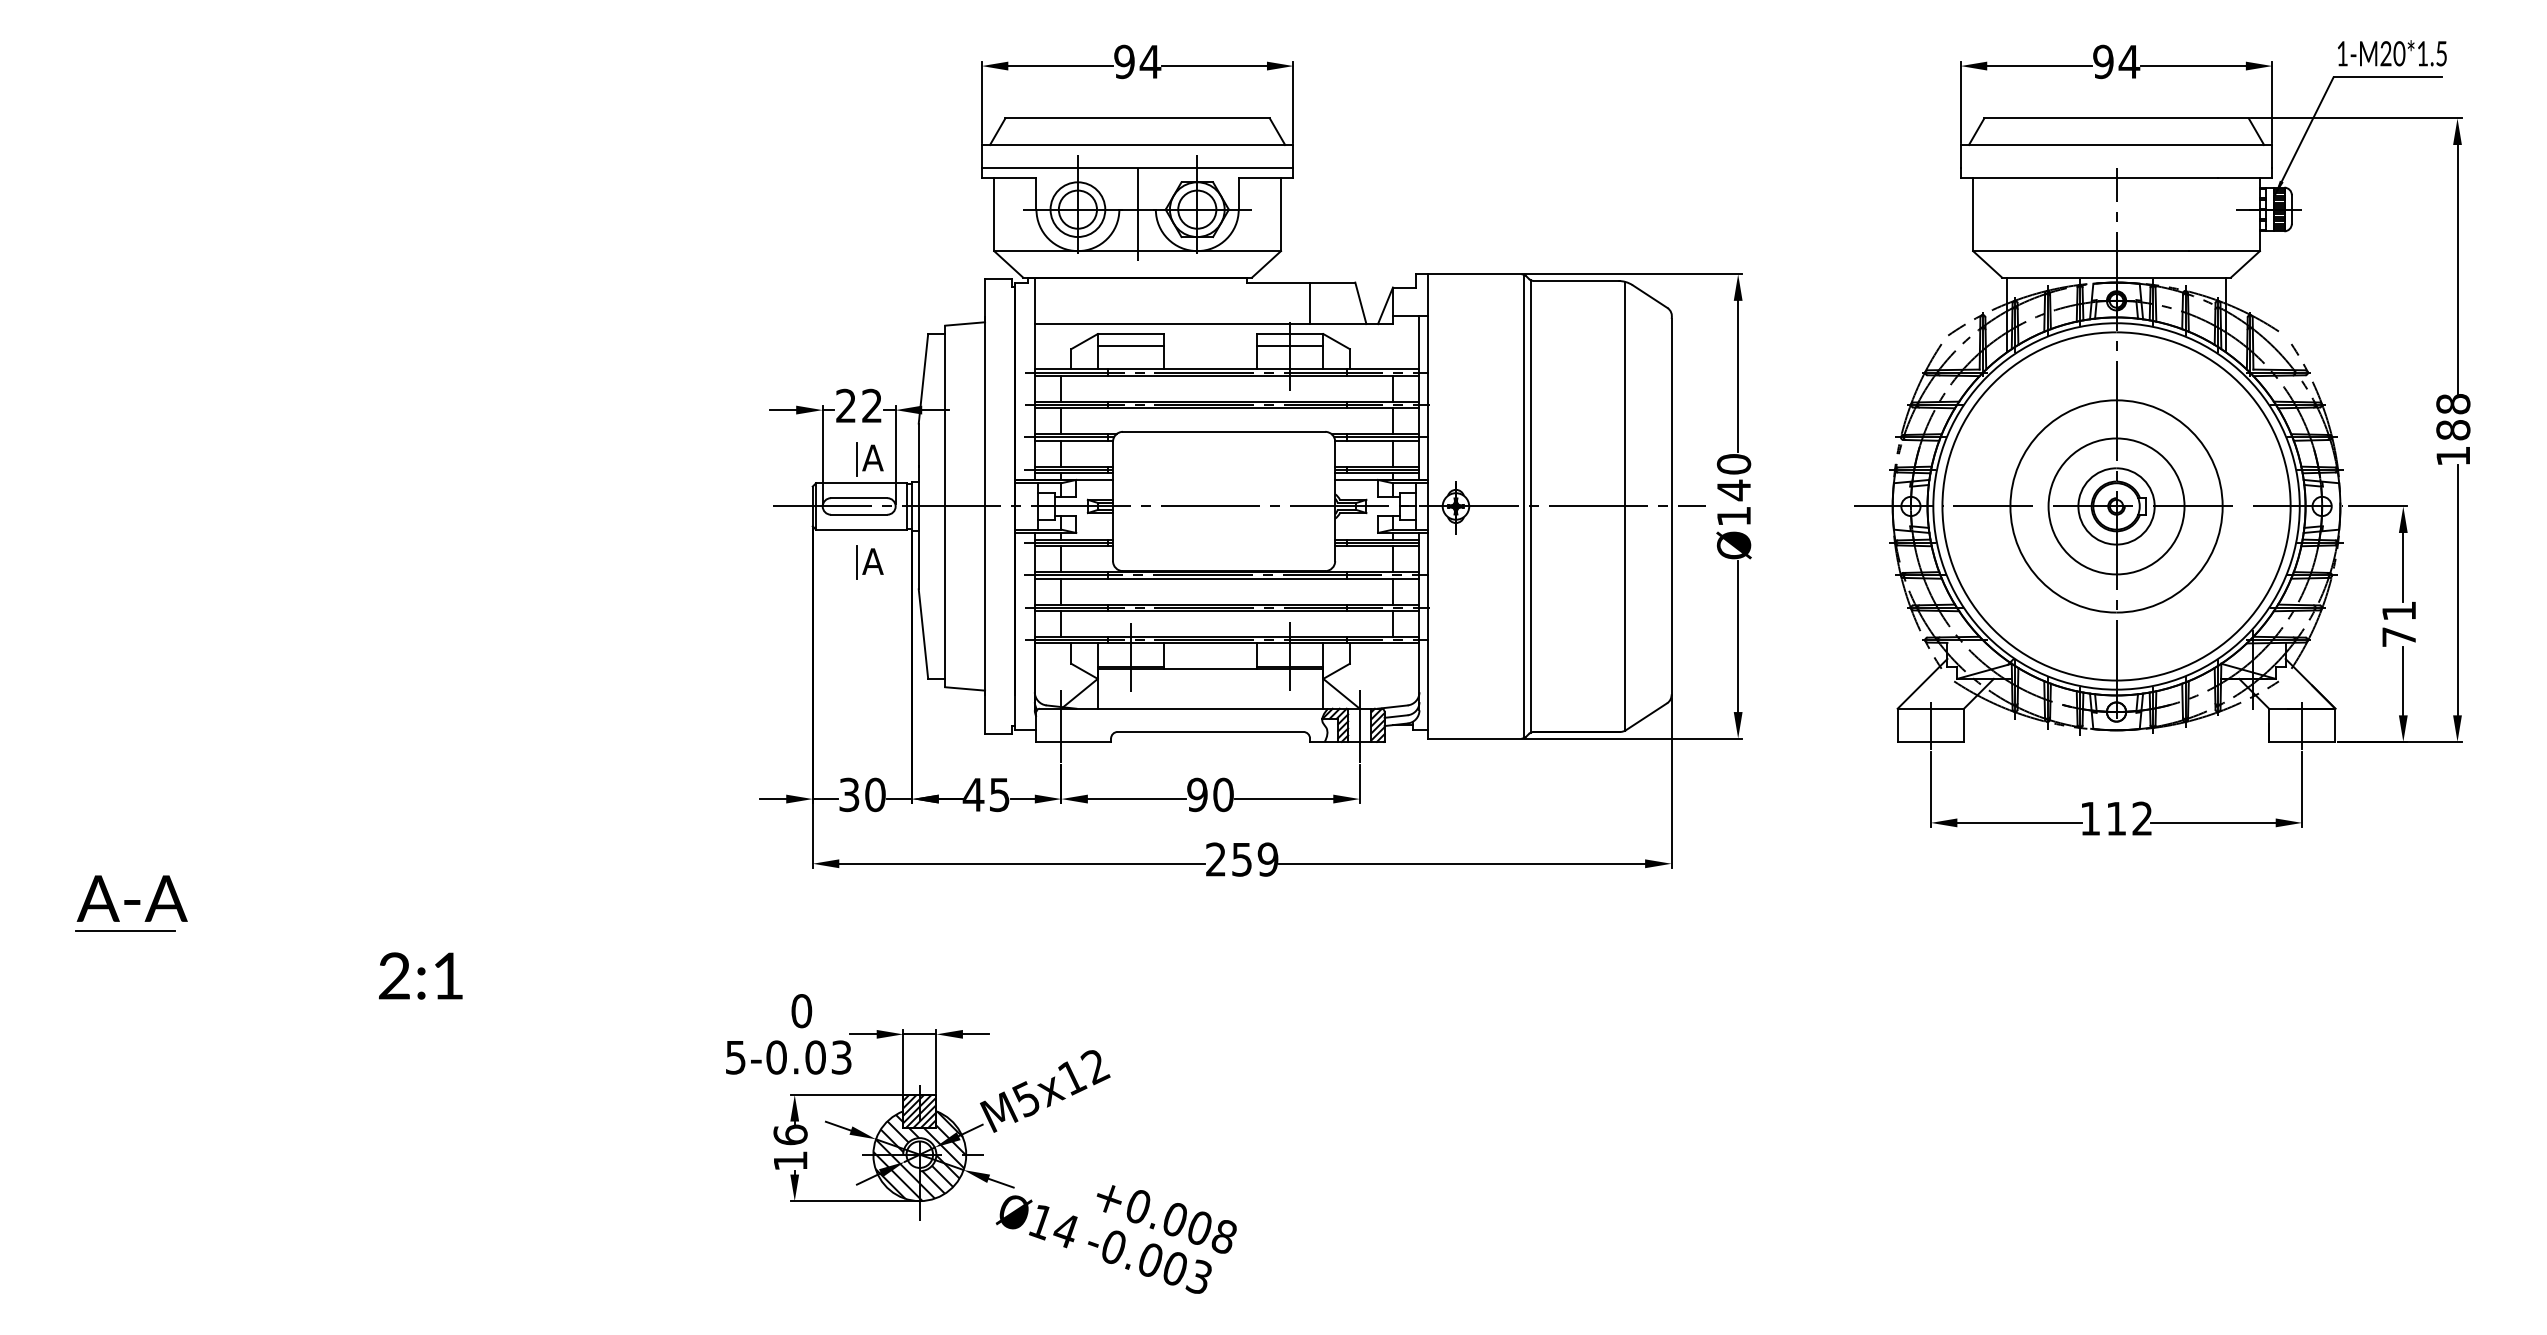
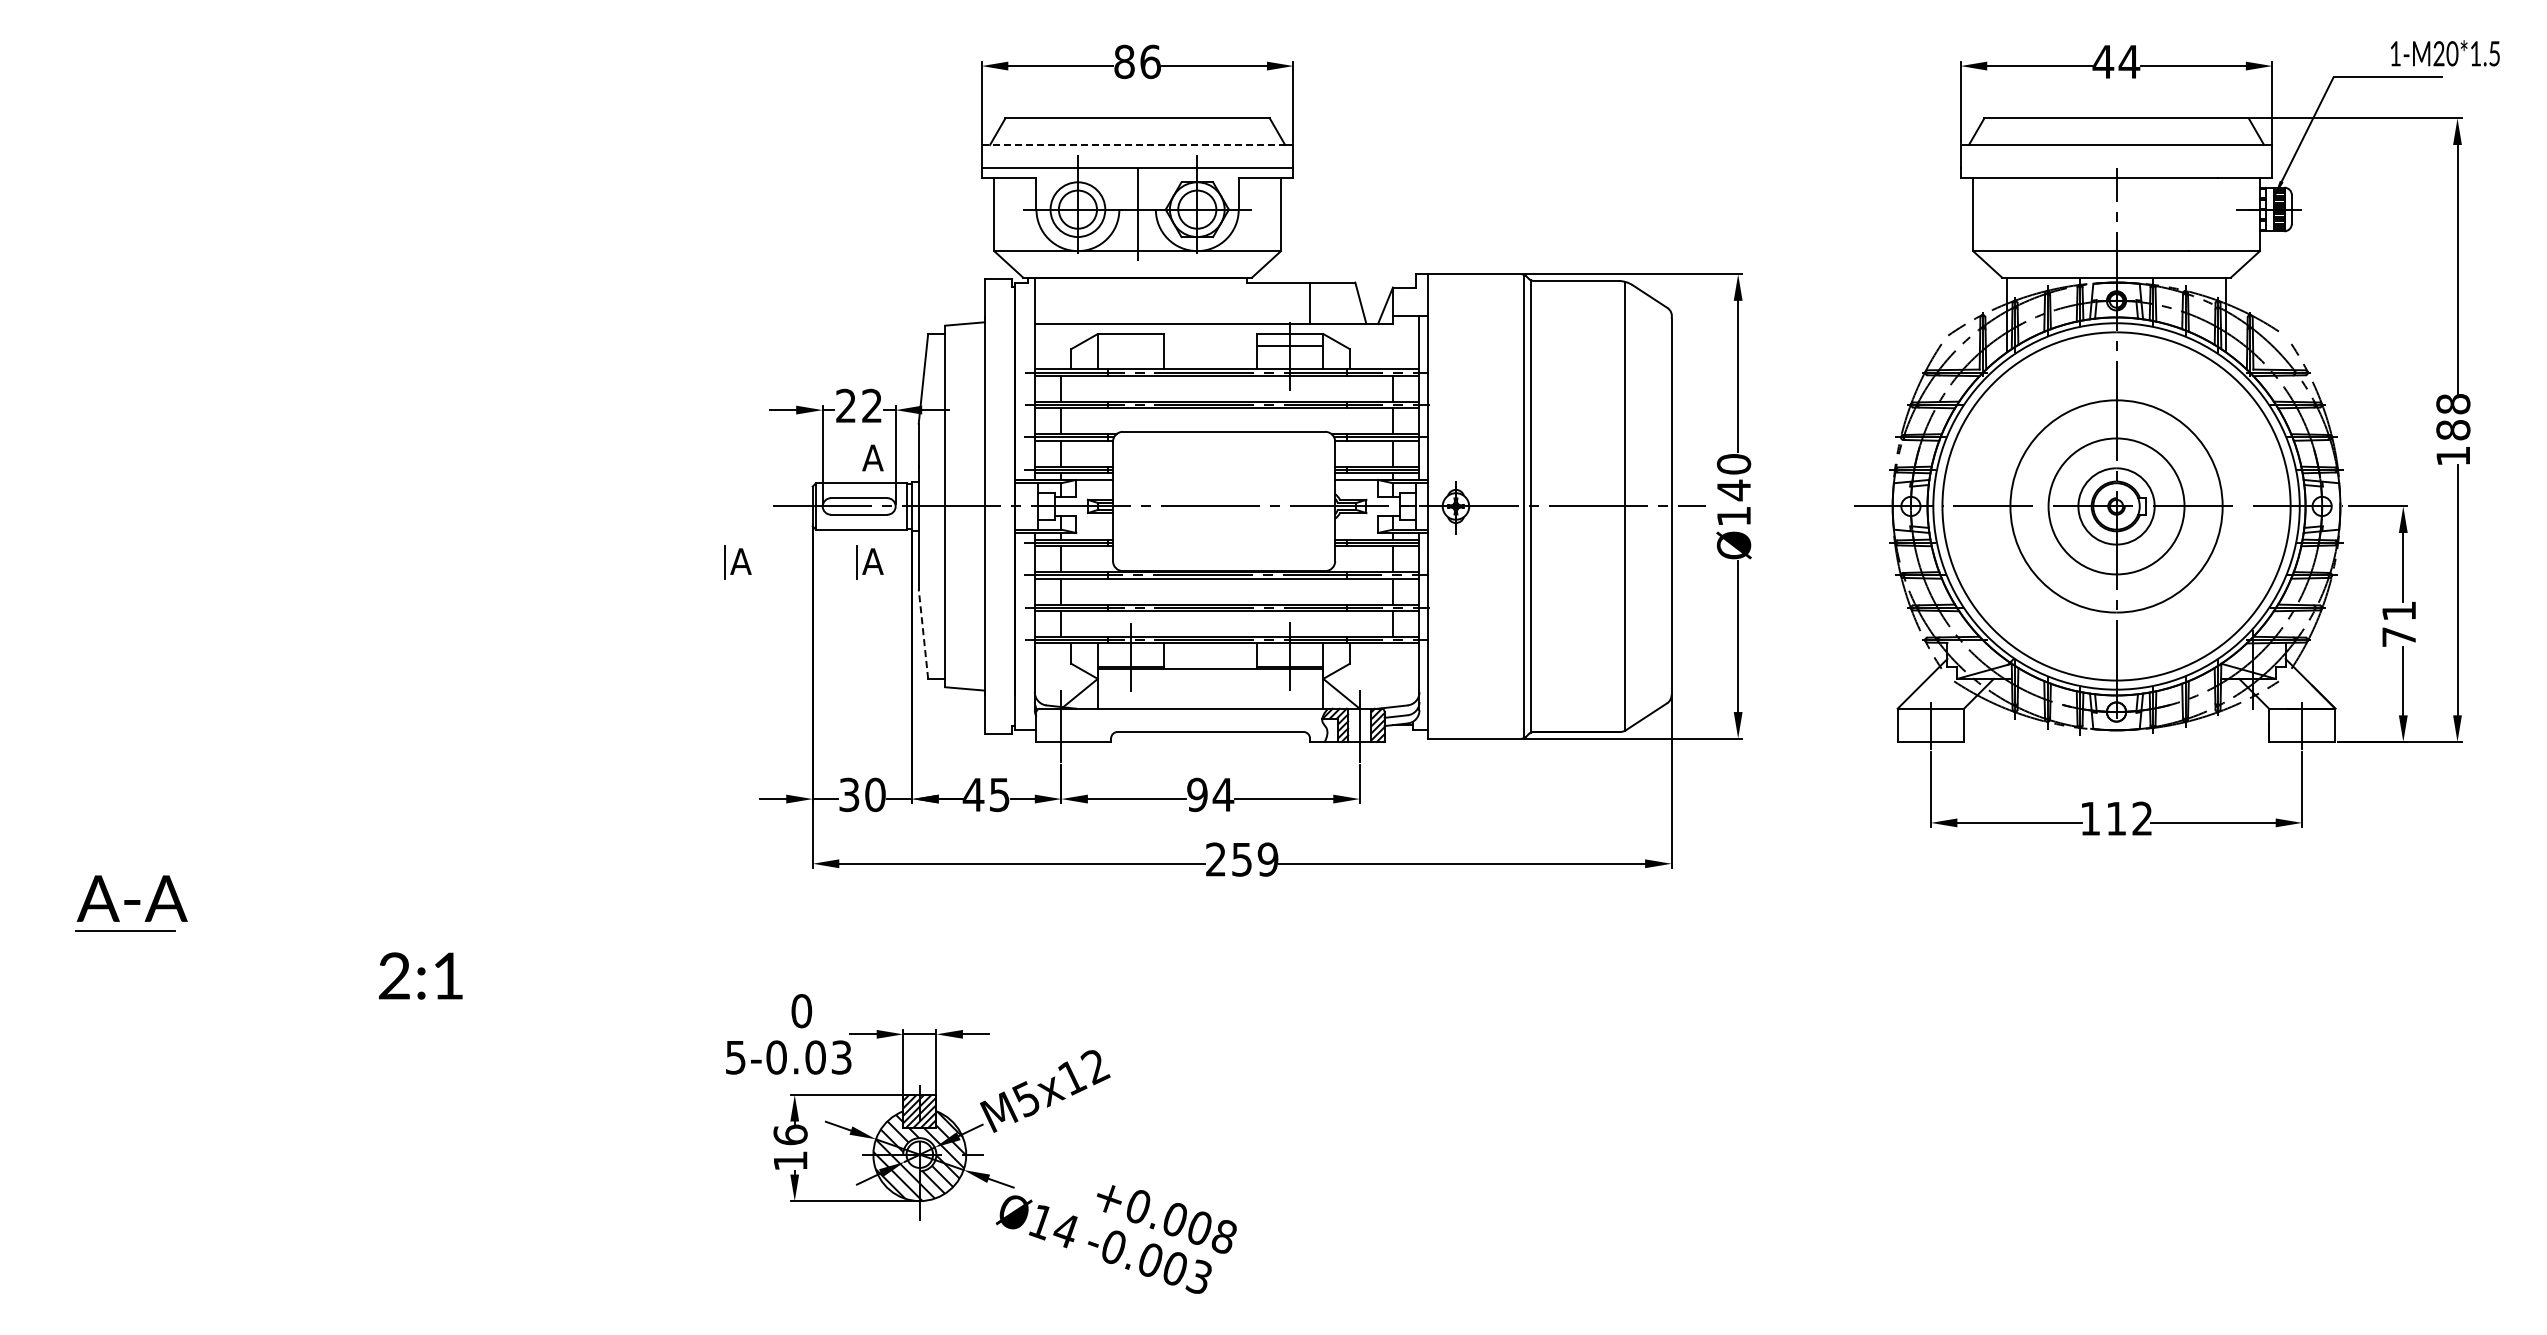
text at (2392, 53) position: (2392, 53) -> (2445, 53)
text at (1137, 61): 94 -> 86
text at (2103, 61): 94 -> 44
line at (1133, 145): solid -> dashed
line at (1130, 345): present -> none
line at (856, 458): present -> none
part at (737, 562): none -> present
line at (923, 633): solid -> dashed
text at (1223, 794): 90 -> 94
